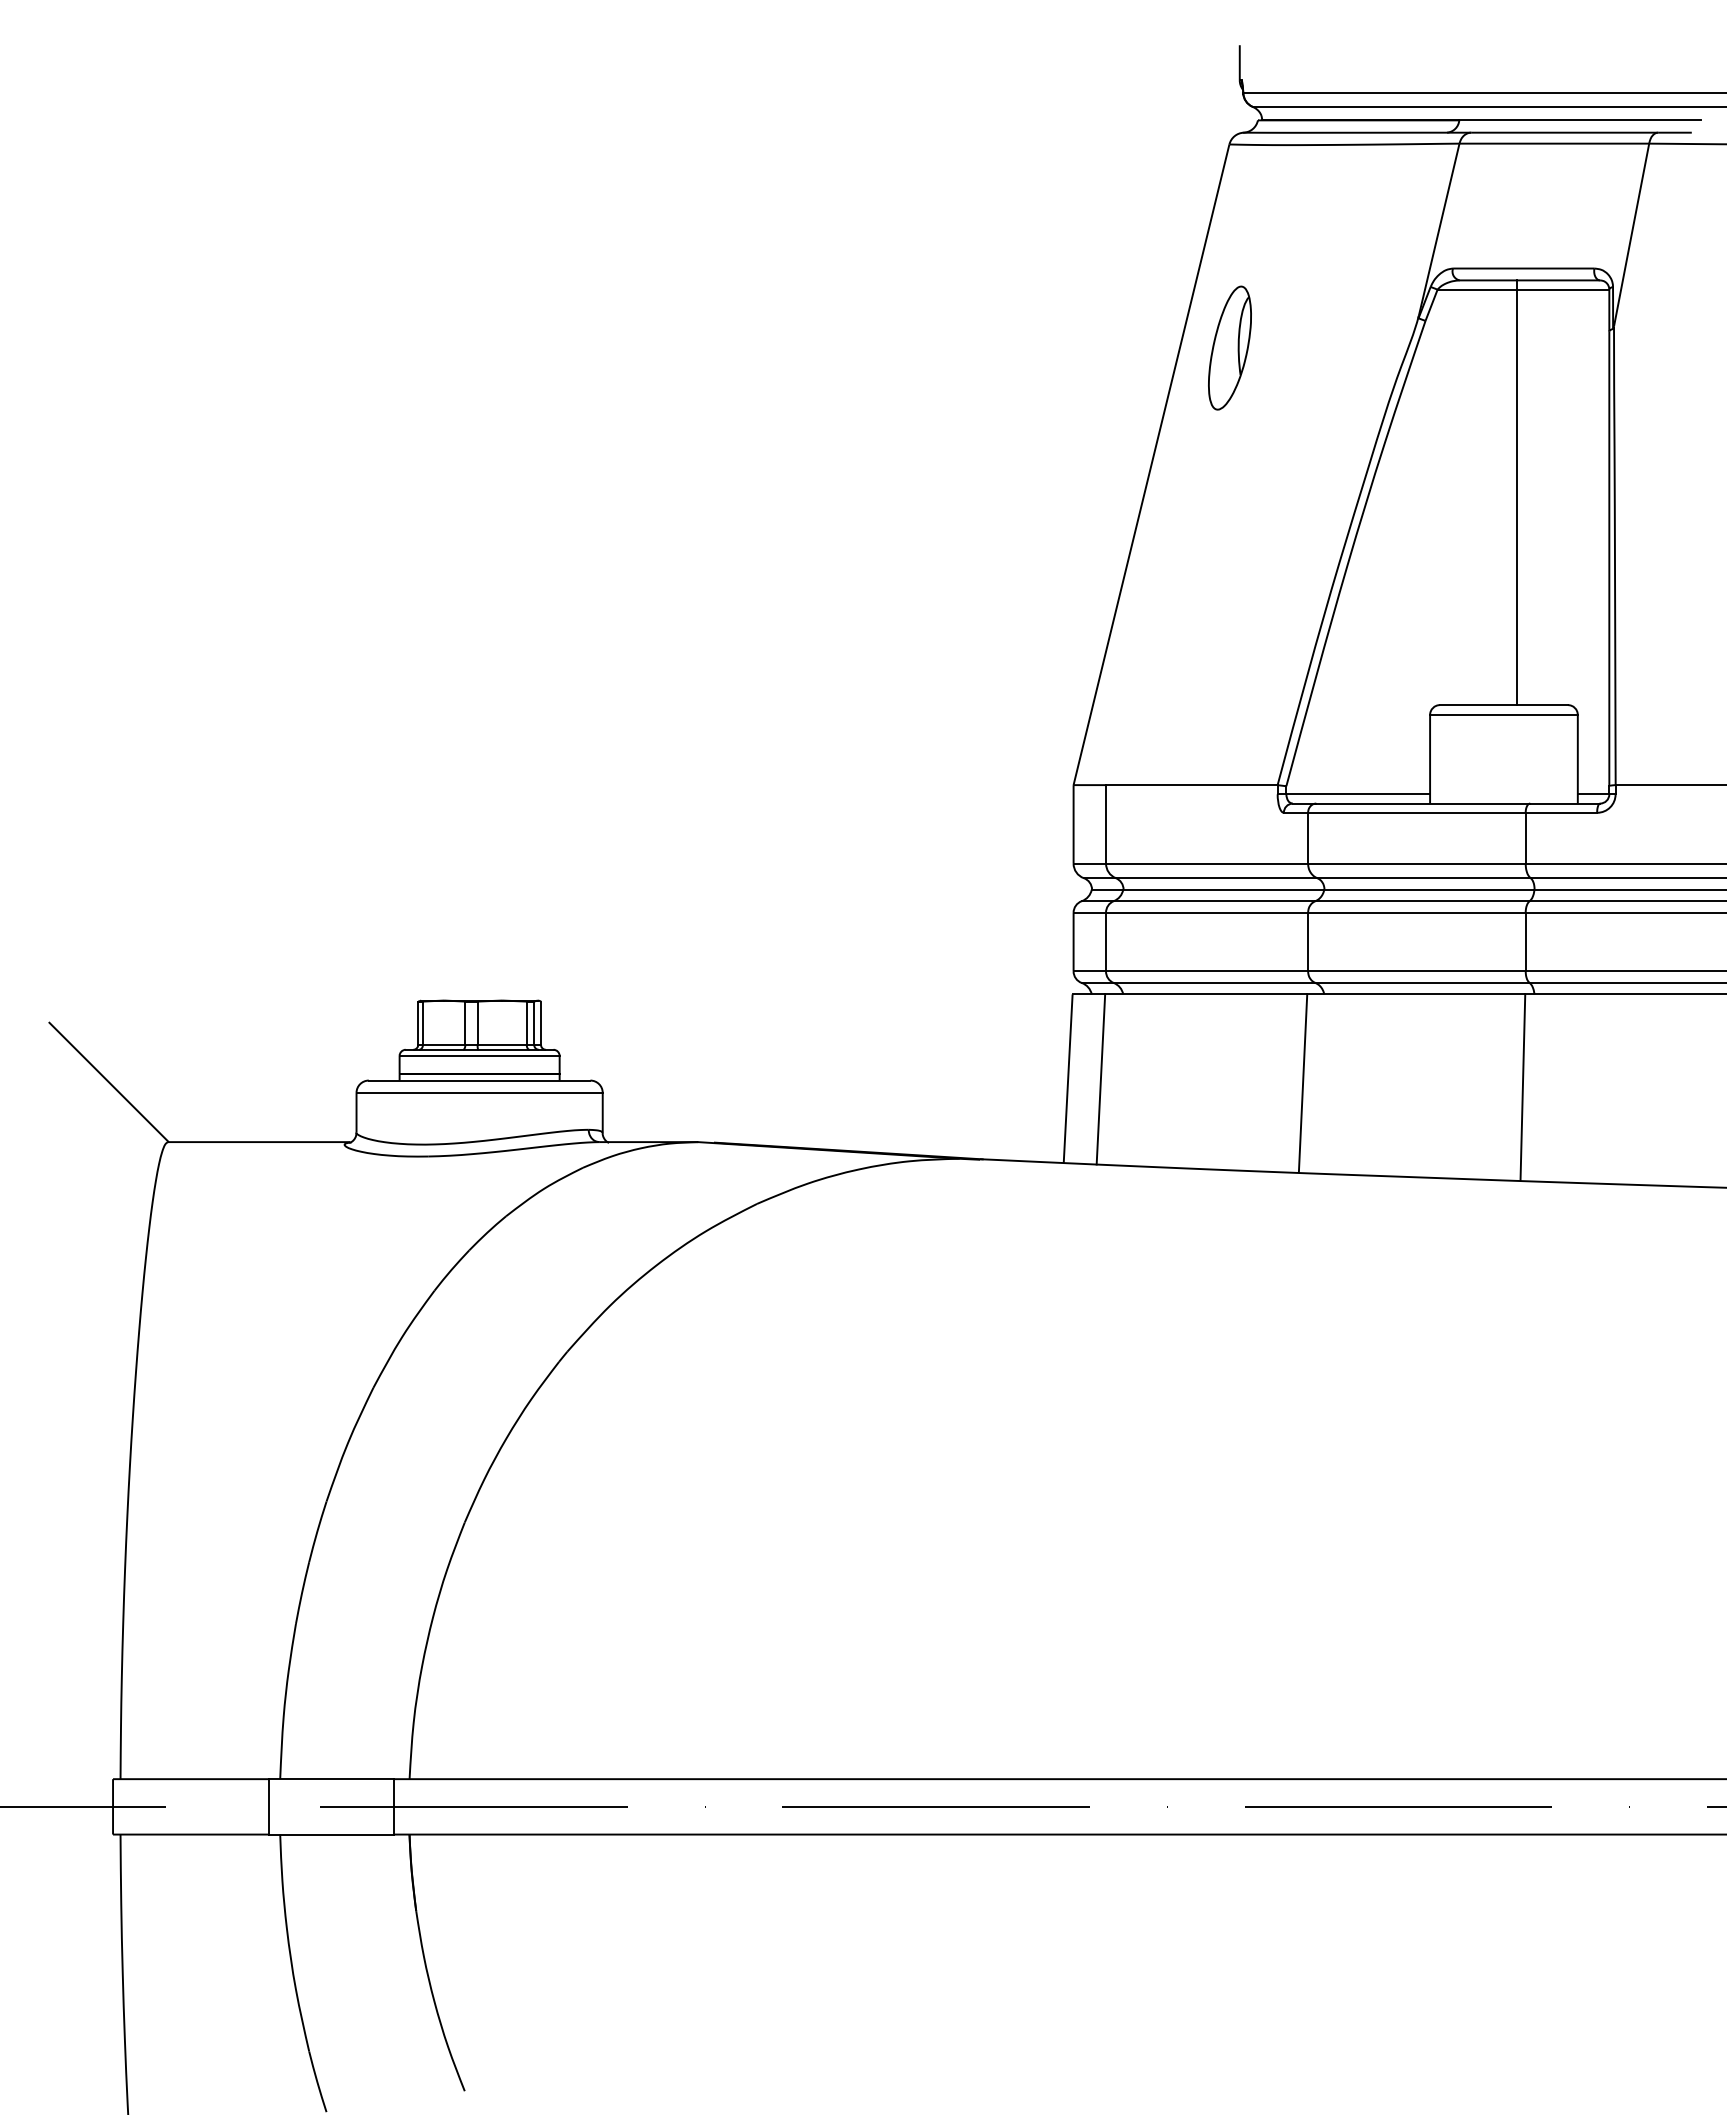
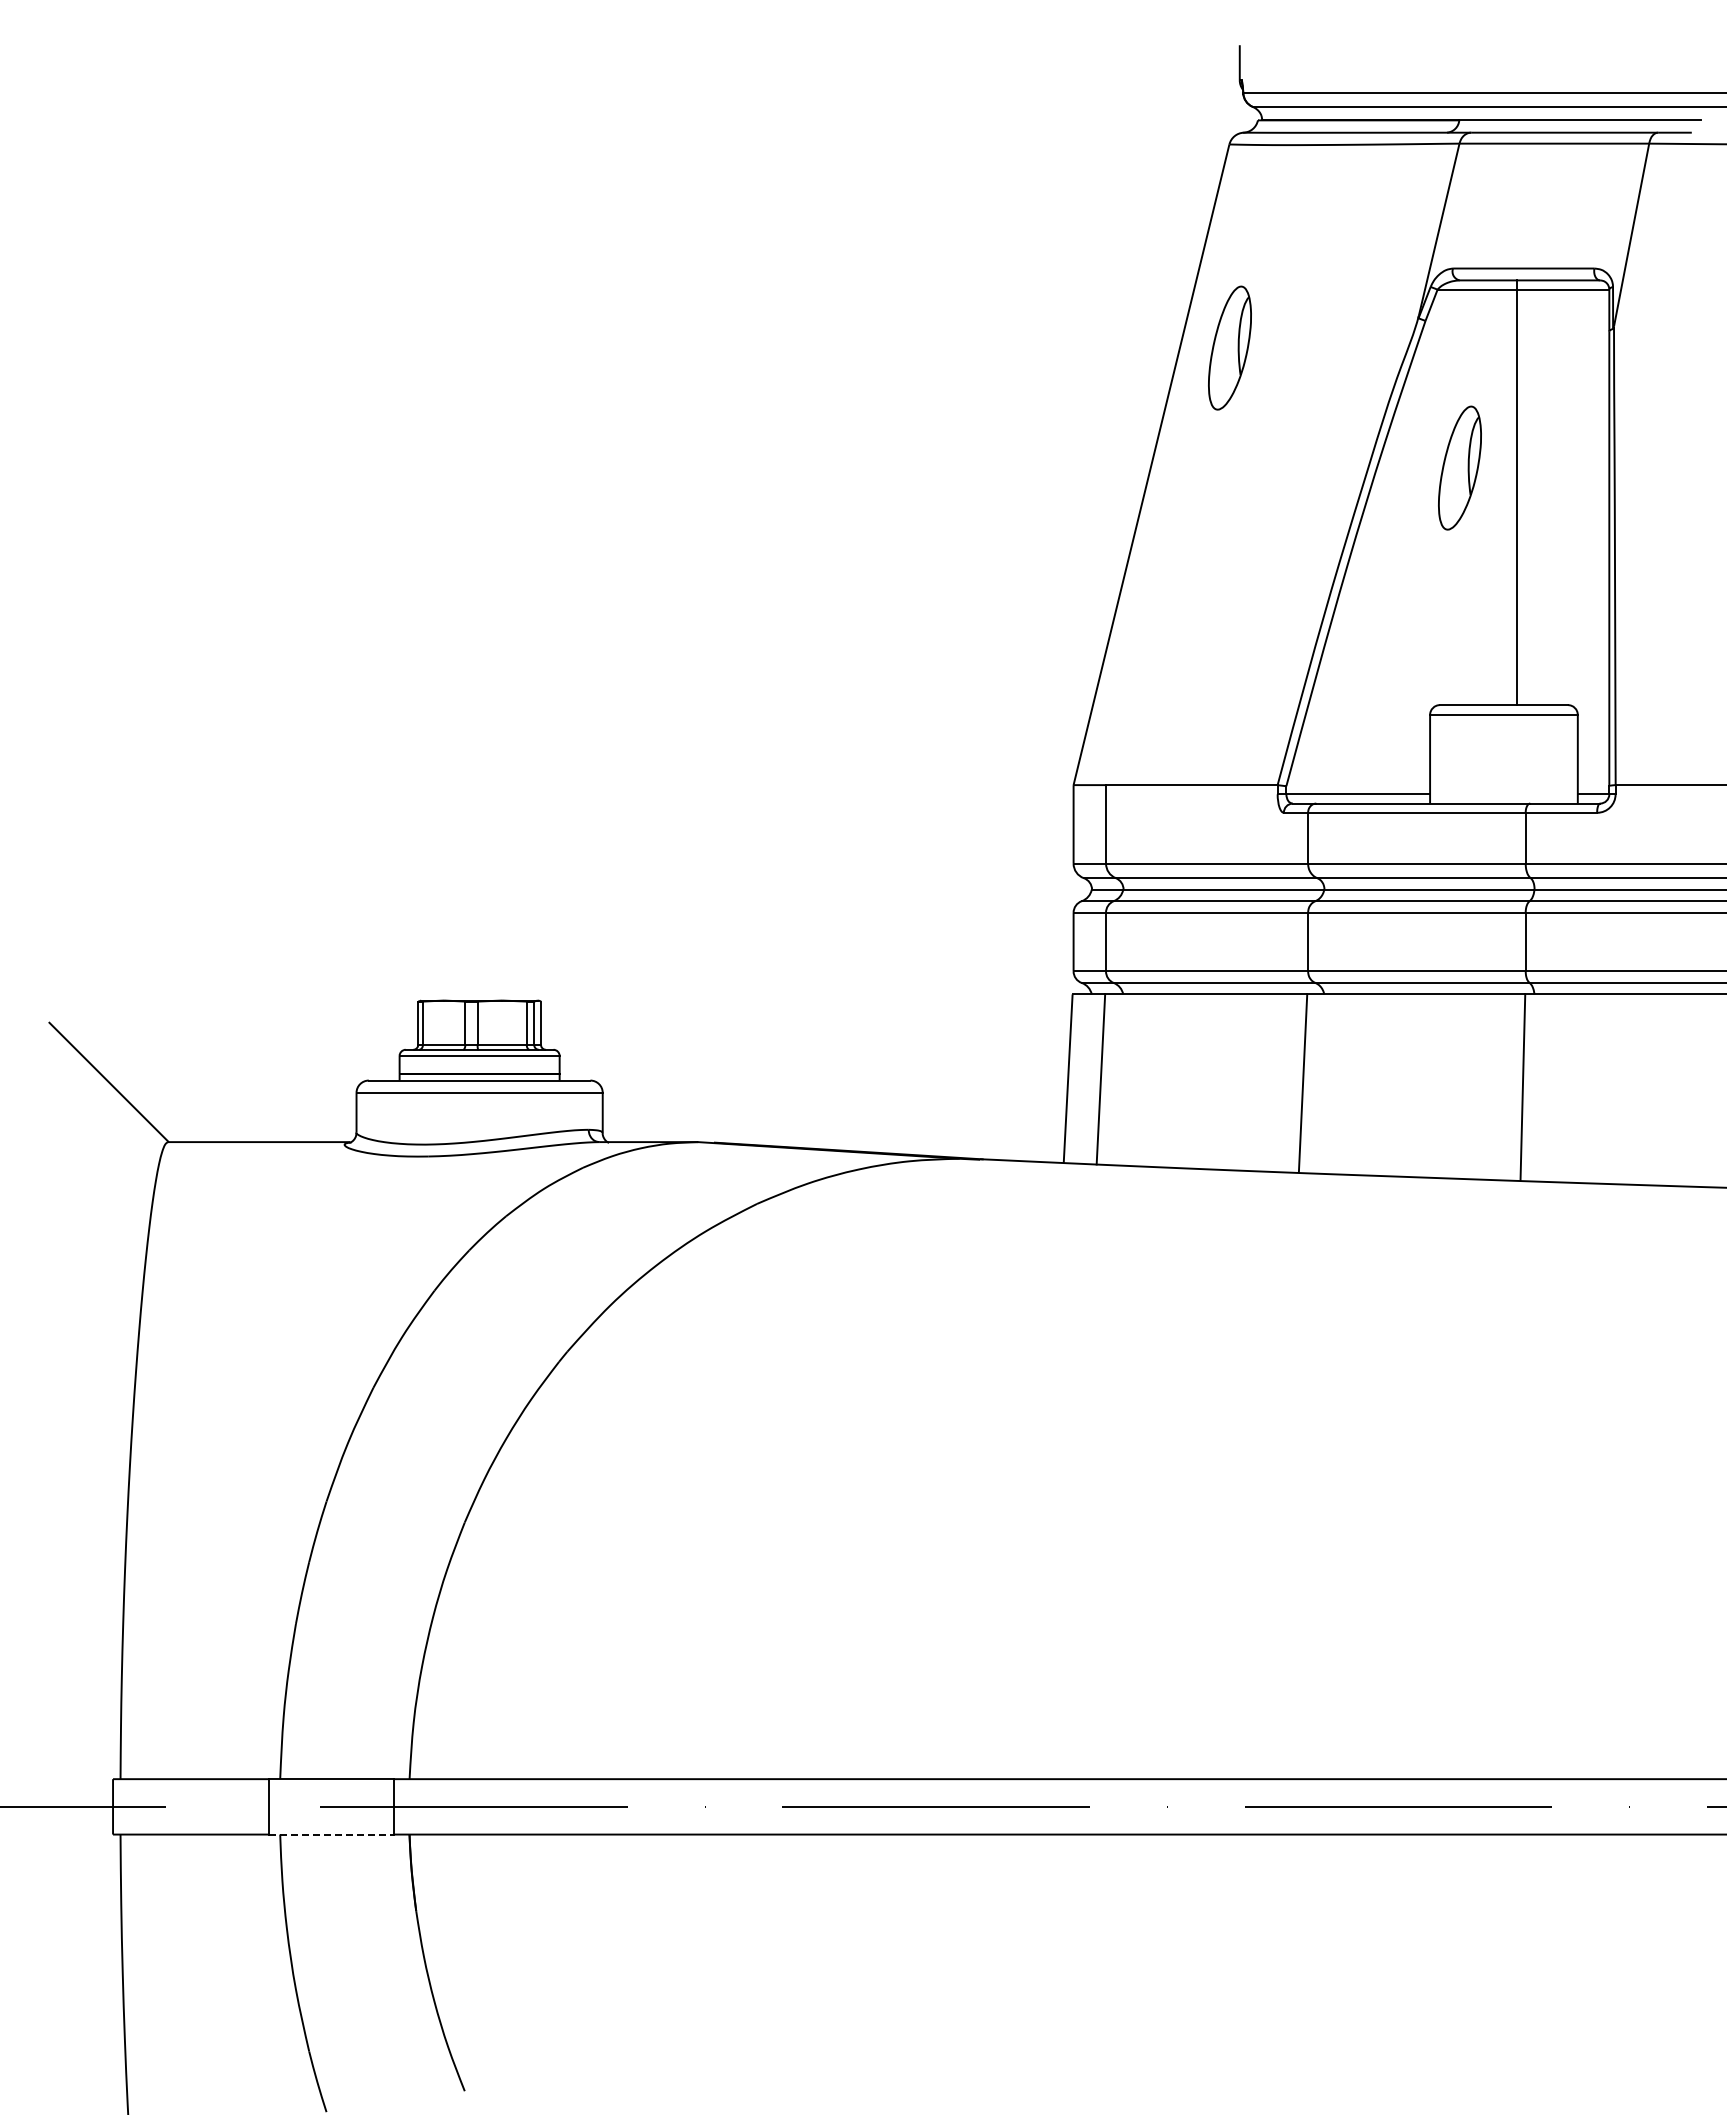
part at (1459, 467): none -> present
line at (332, 1834): solid -> dashed
